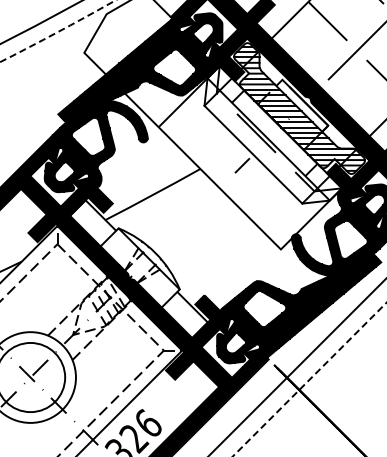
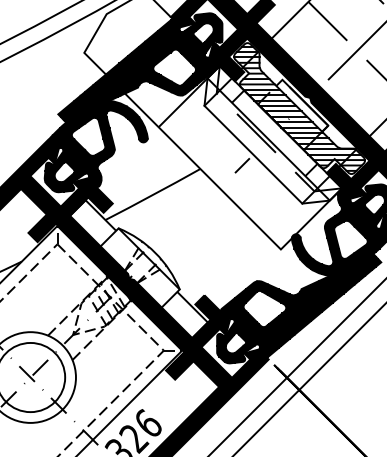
arc at (58, 31): dashed -> solid
line at (309, 379): dashed -> solid
